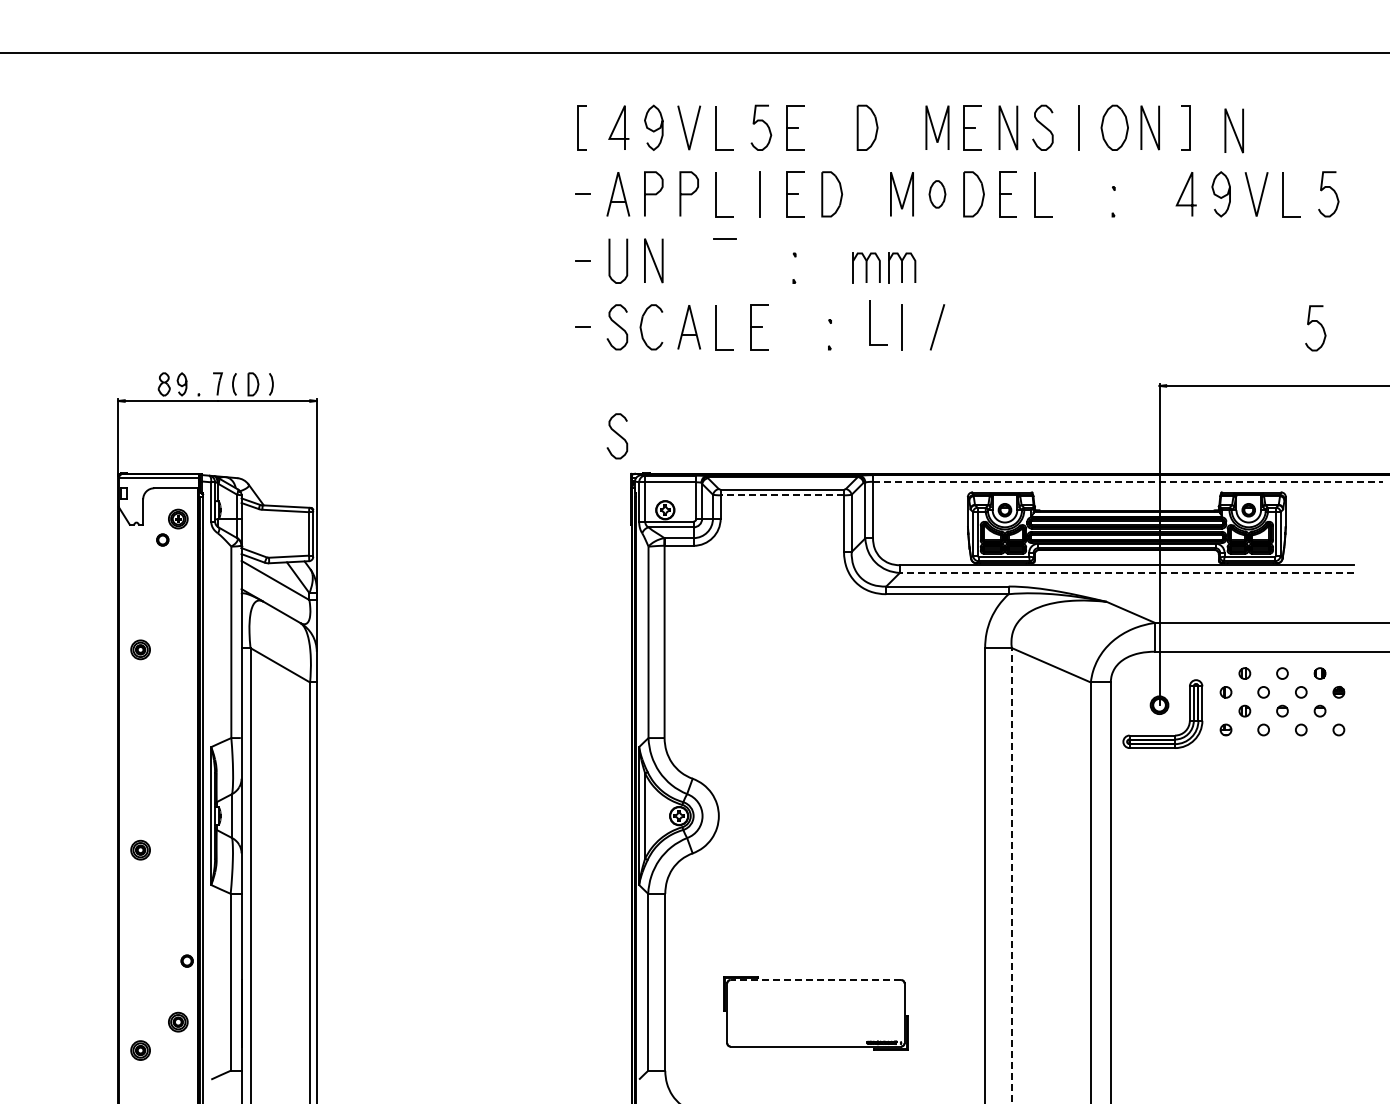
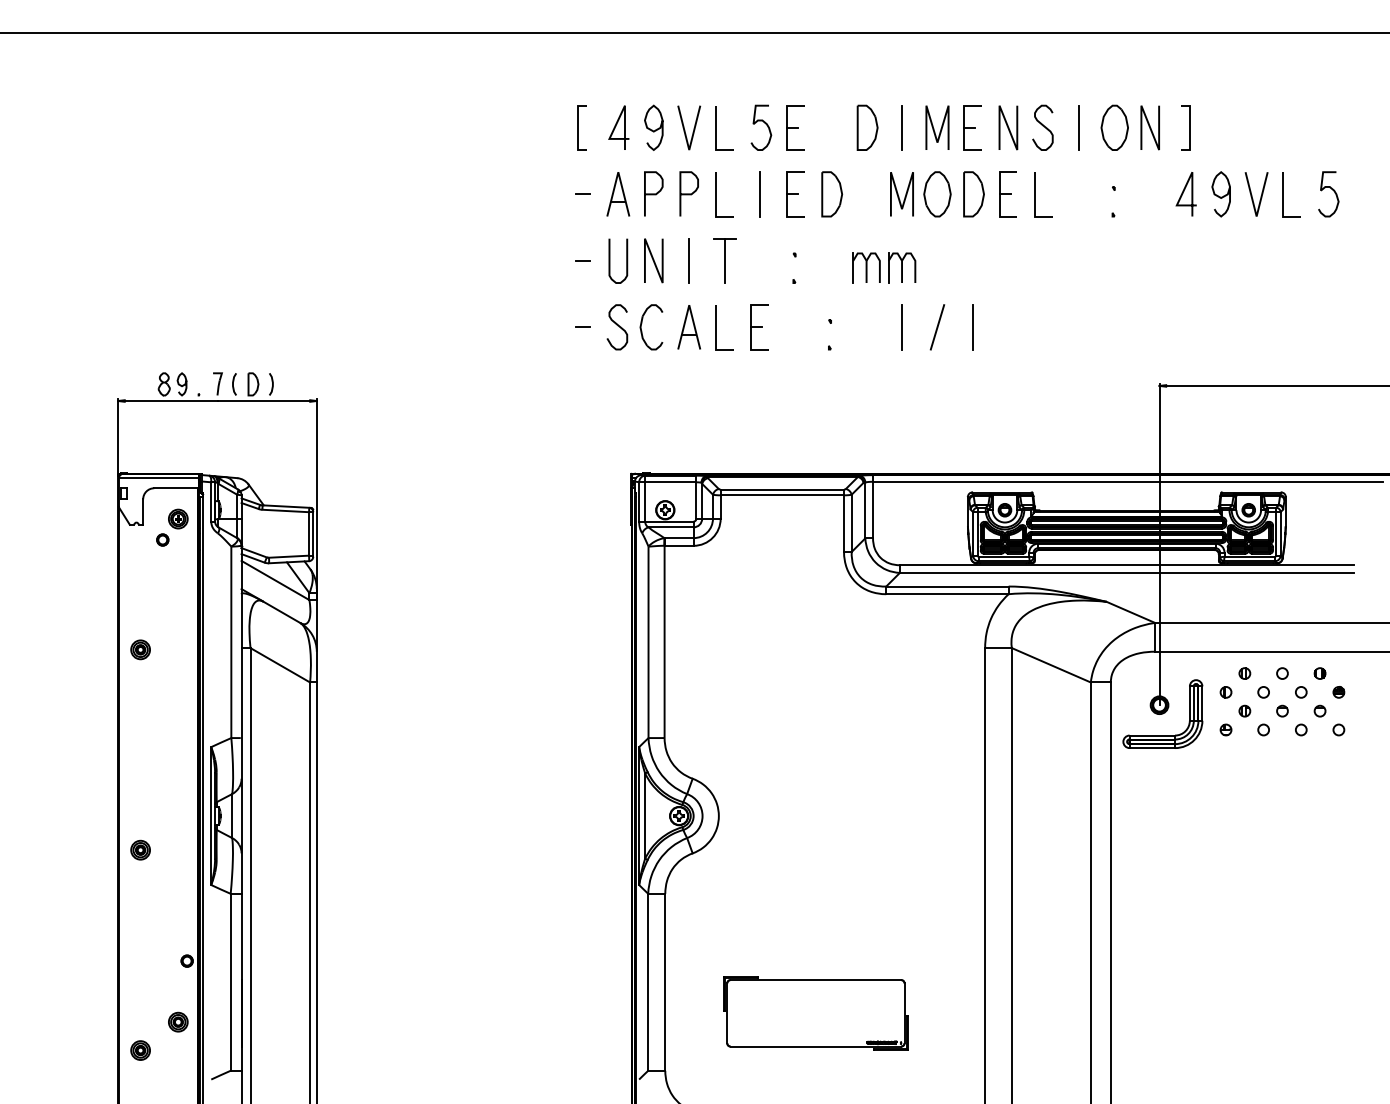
line at (694, 53) position: (694, 53) -> (694, 33)
line at (902, 127): none -> present
line at (1233, 130): present -> none
part at (937, 194) size: 19x29 px -> 29x47 px
line at (689, 260): none -> present
line at (724, 260): none -> present
line at (870, 322): present -> none
curve at (1319, 324): present -> none
line at (972, 327): none -> present
curve at (617, 435): present -> none
line at (1127, 481): dashed -> solid
line at (782, 495): dashed -> solid
line at (1126, 572): dashed -> solid
line at (1011, 875): dashed -> solid
line at (815, 980): dashed -> solid
